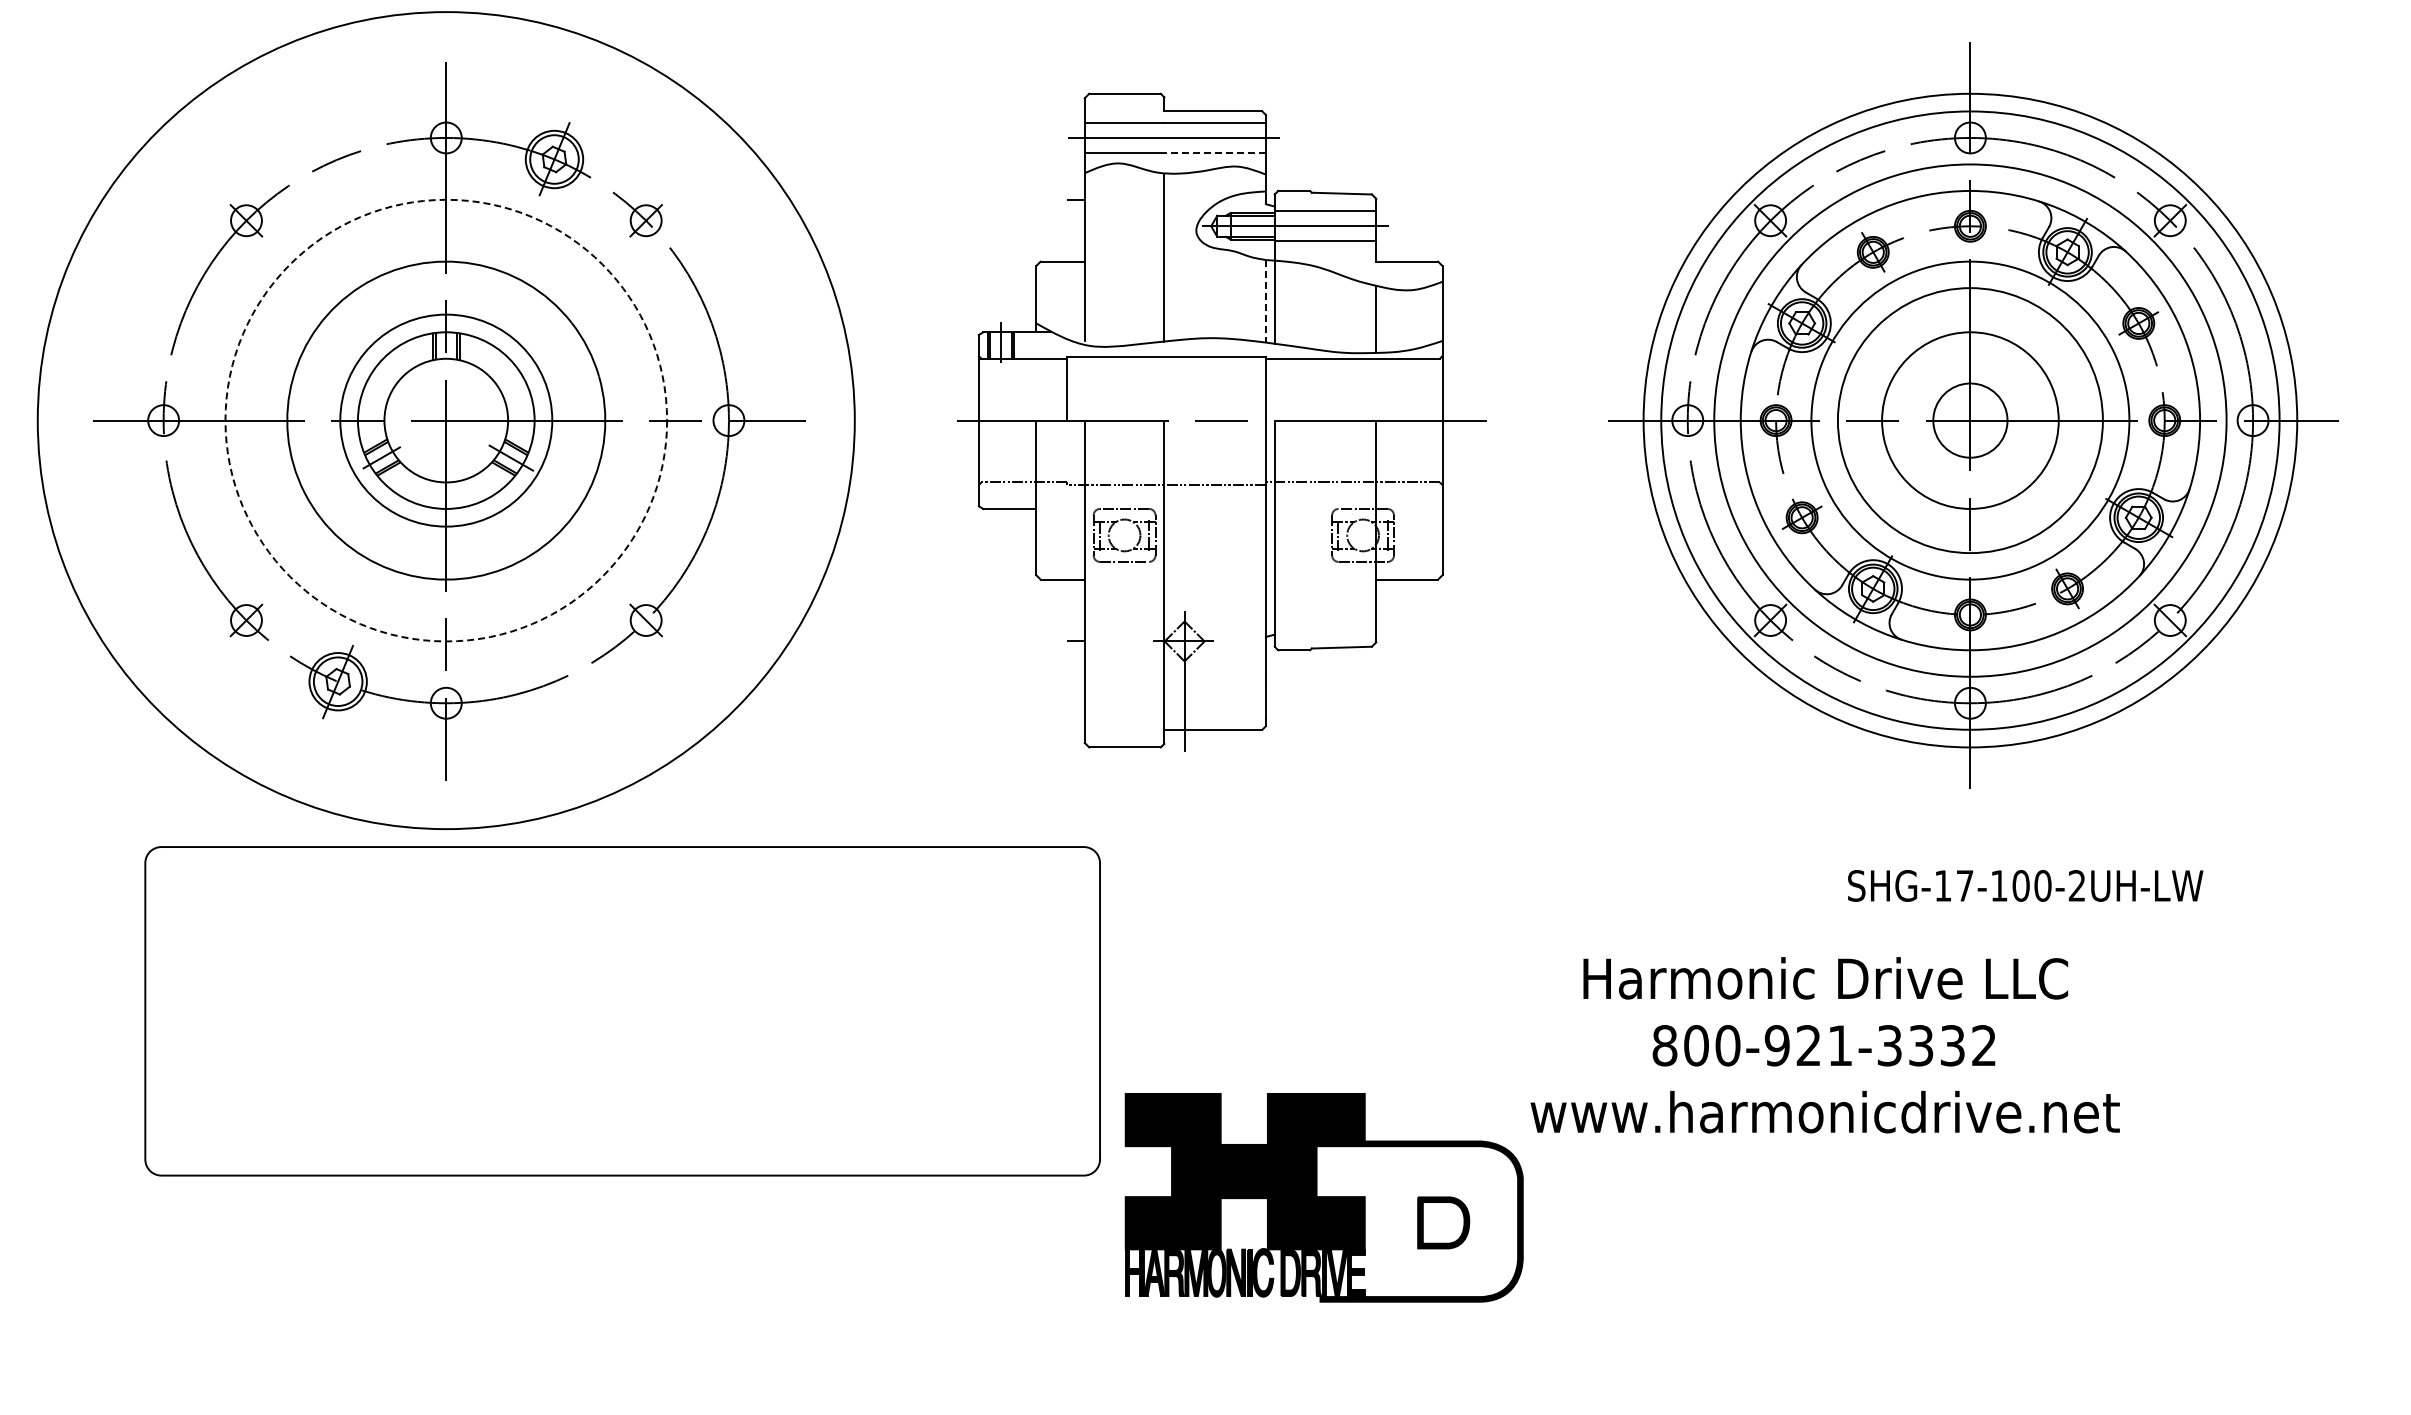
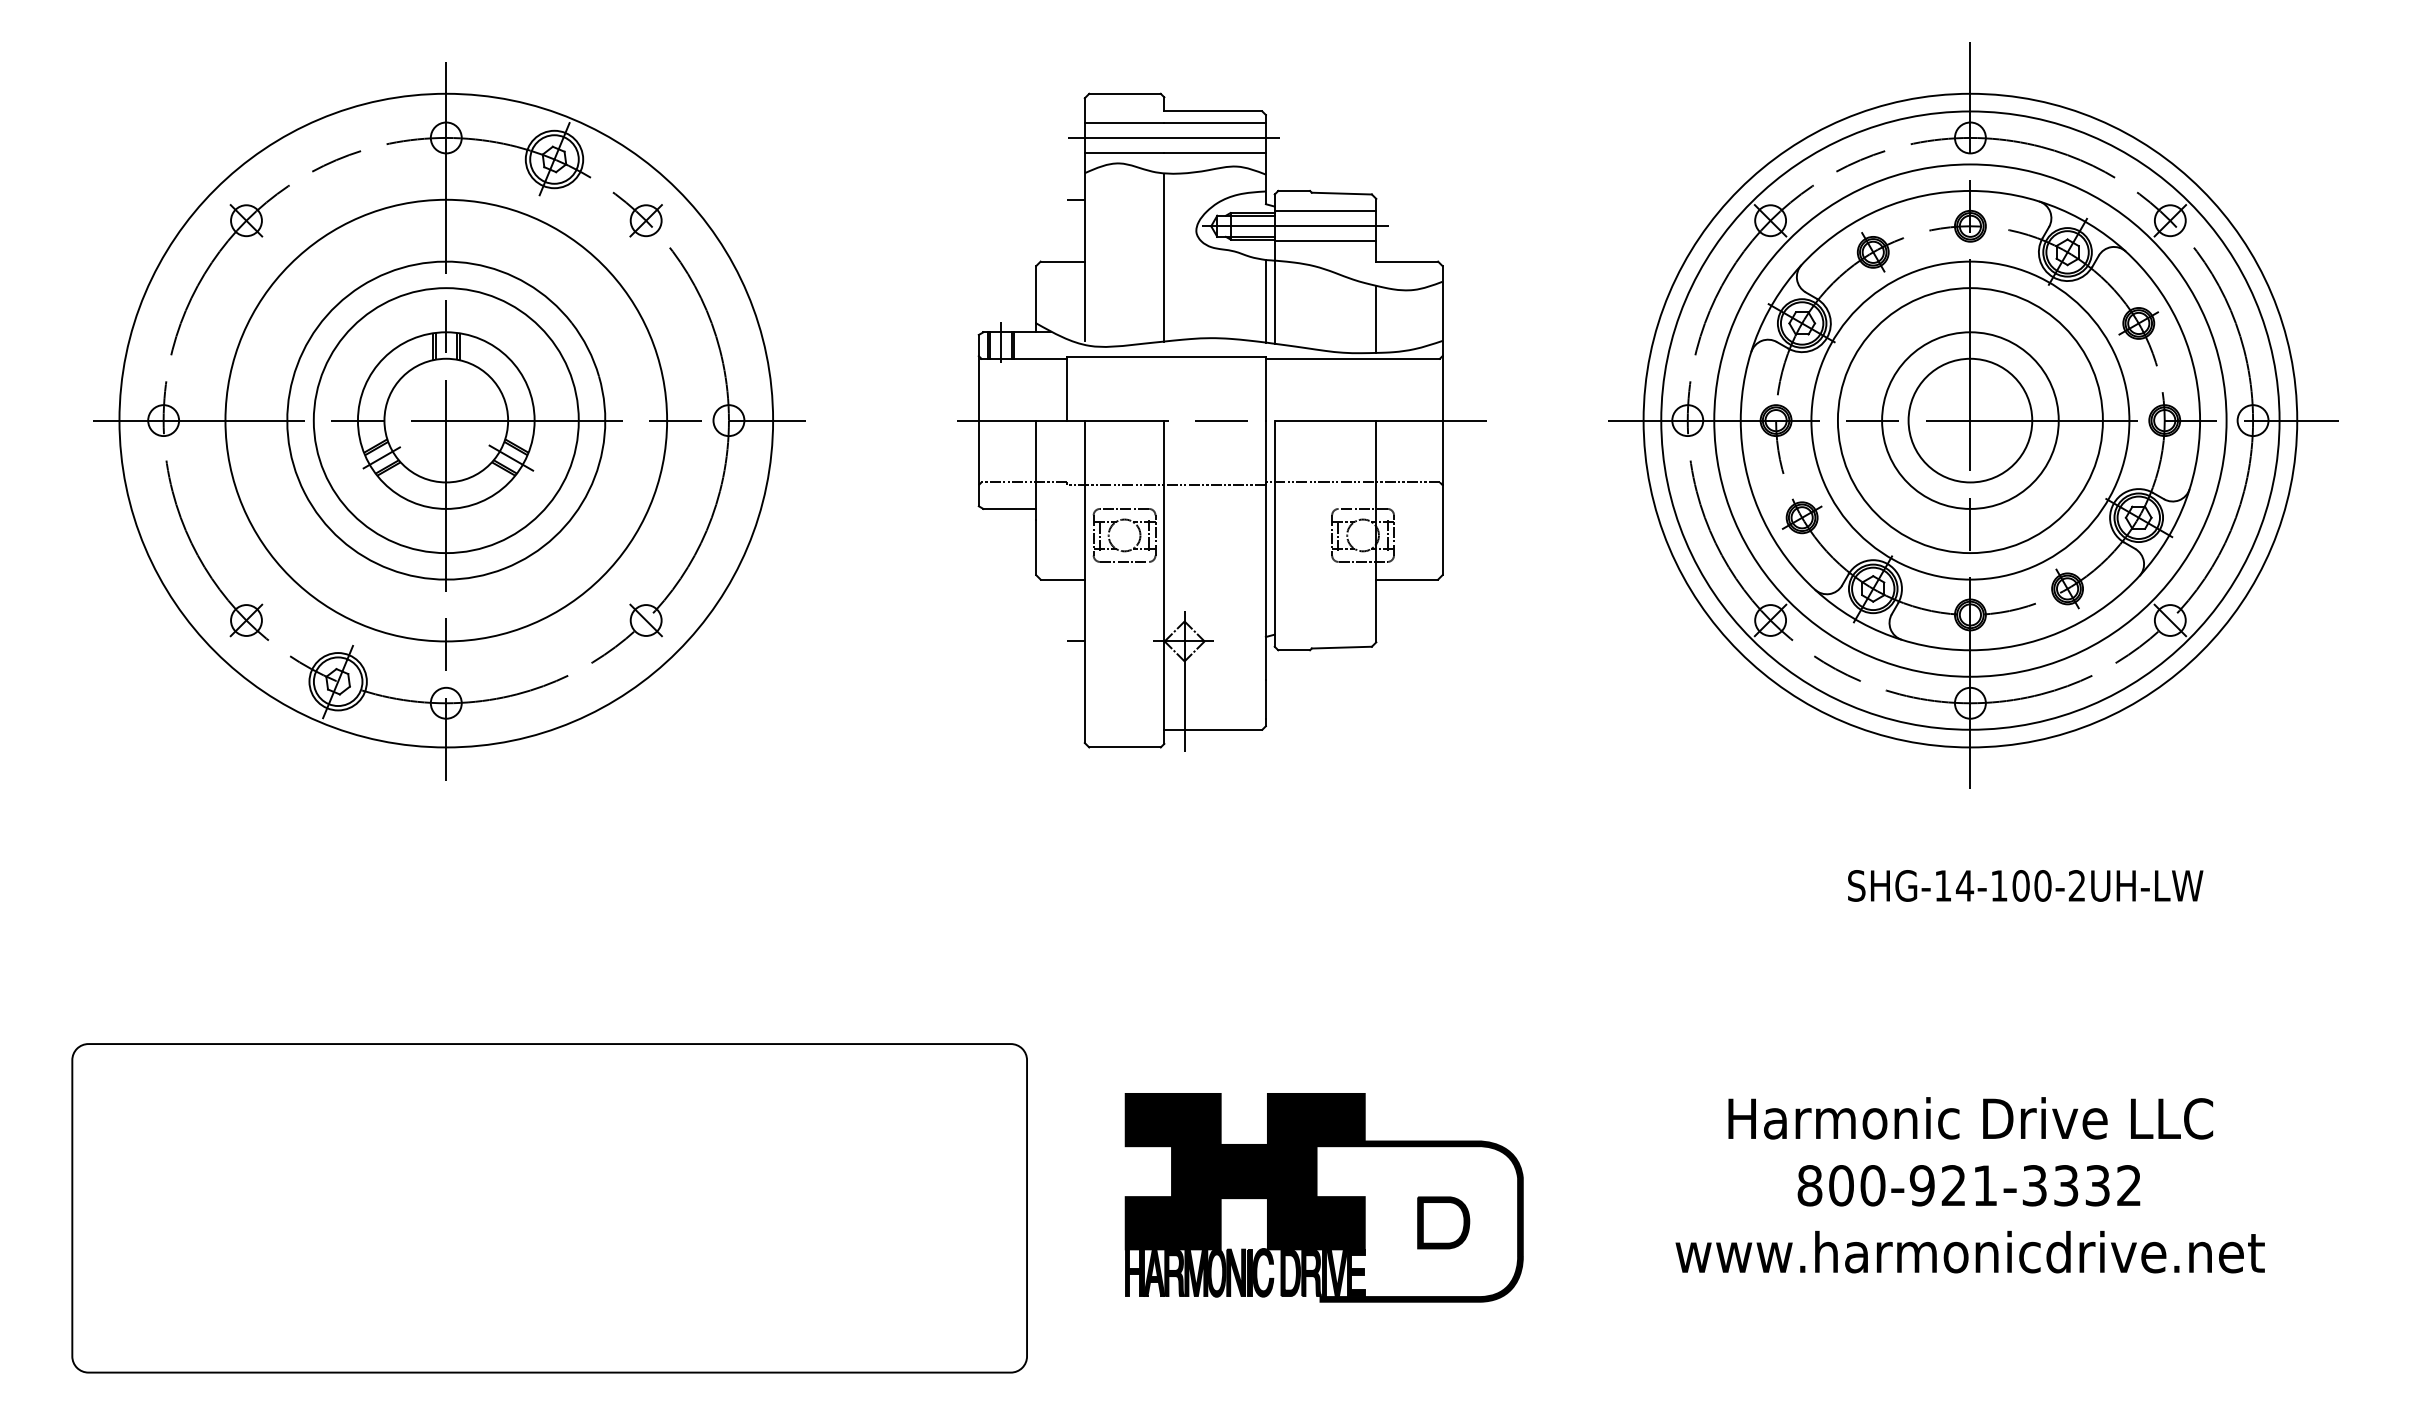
line at (1215, 153): dashed -> solid
line at (1265, 301): dashed -> solid
circle at (445, 420) diameter: 817 px -> 654 px
circle at (446, 420) diameter: 212 px -> 265 px
circle at (446, 420): dashed -> solid
circle at (1970, 420) diameter: 74 px -> 124 px
text at (1964, 885): SHG-17-100-2UH-LW -> SHG-14-100-2UH-LW
part at (622, 1011) position: (622, 1011) -> (549, 1208)
text at (1824, 1045) position: (1824, 1045) -> (1969, 1185)
